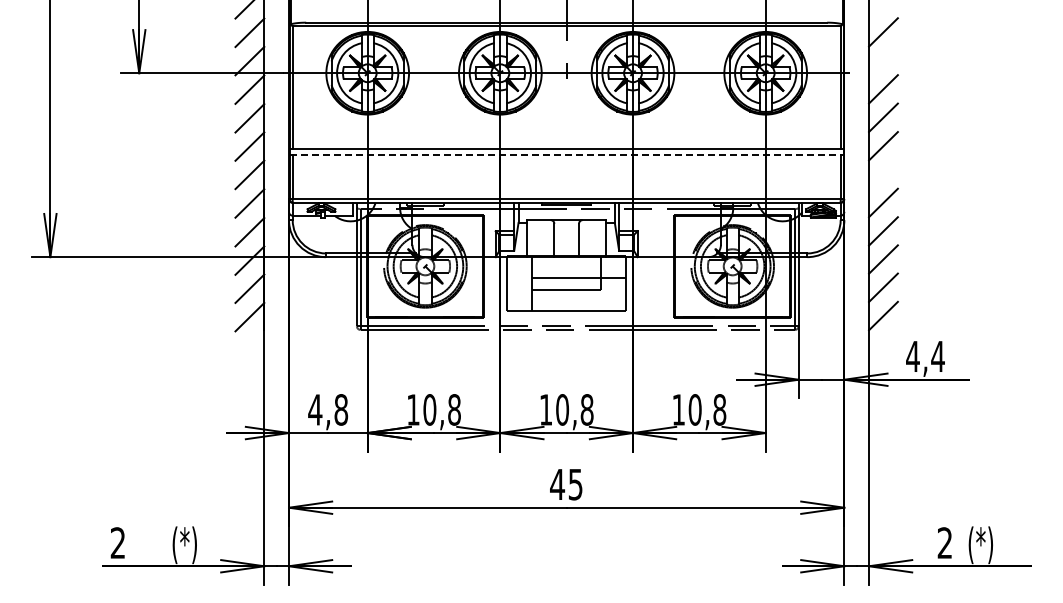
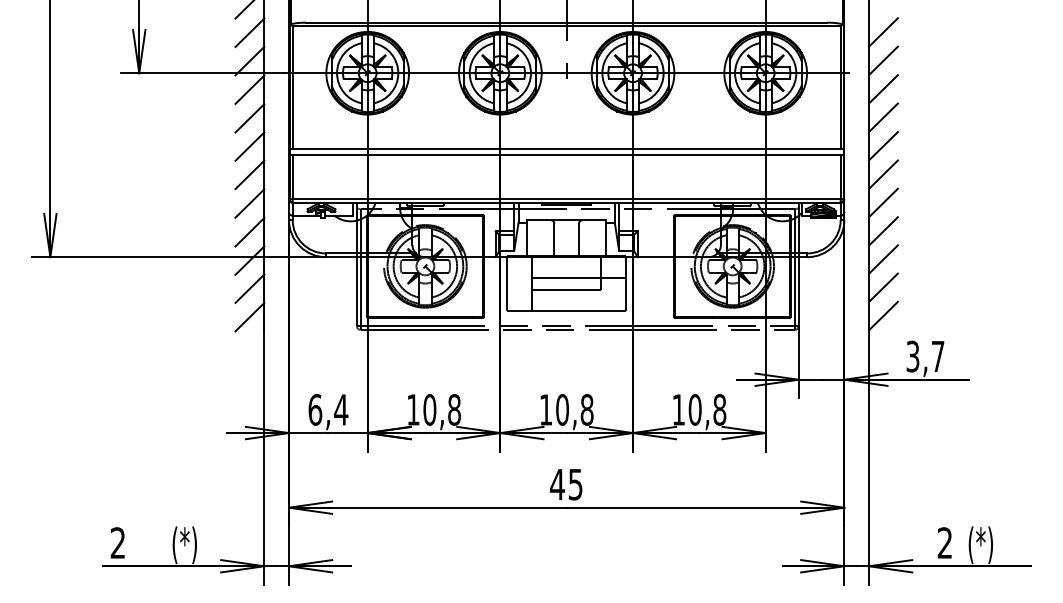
line at (883, 60): none -> present
line at (567, 155): dashed -> solid
line at (883, 174): none -> present
text at (925, 356): 4,4 -> 3,7
text at (328, 409): 4,8 -> 6,4
